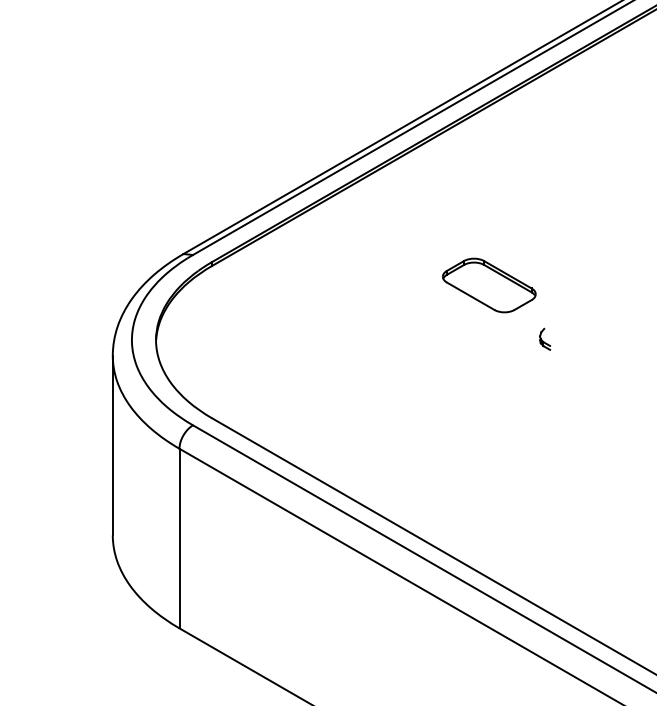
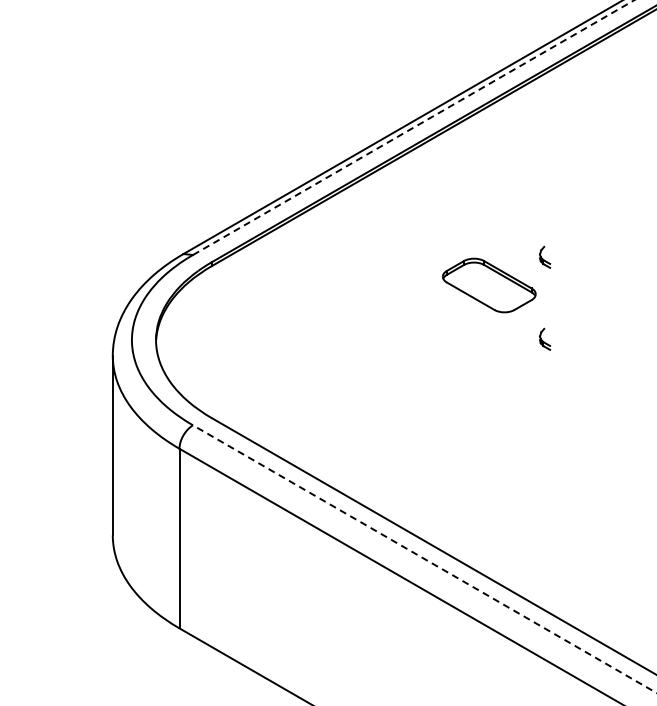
line at (413, 127): solid -> dashed
part at (545, 256): none -> present
line at (424, 558): solid -> dashed
